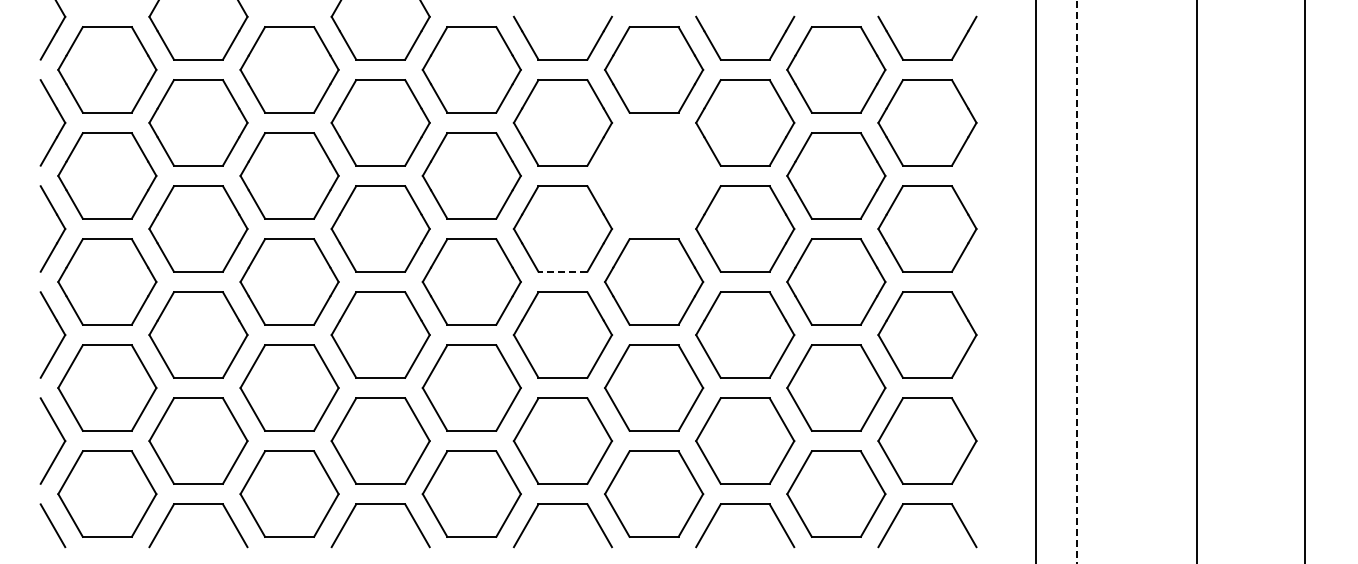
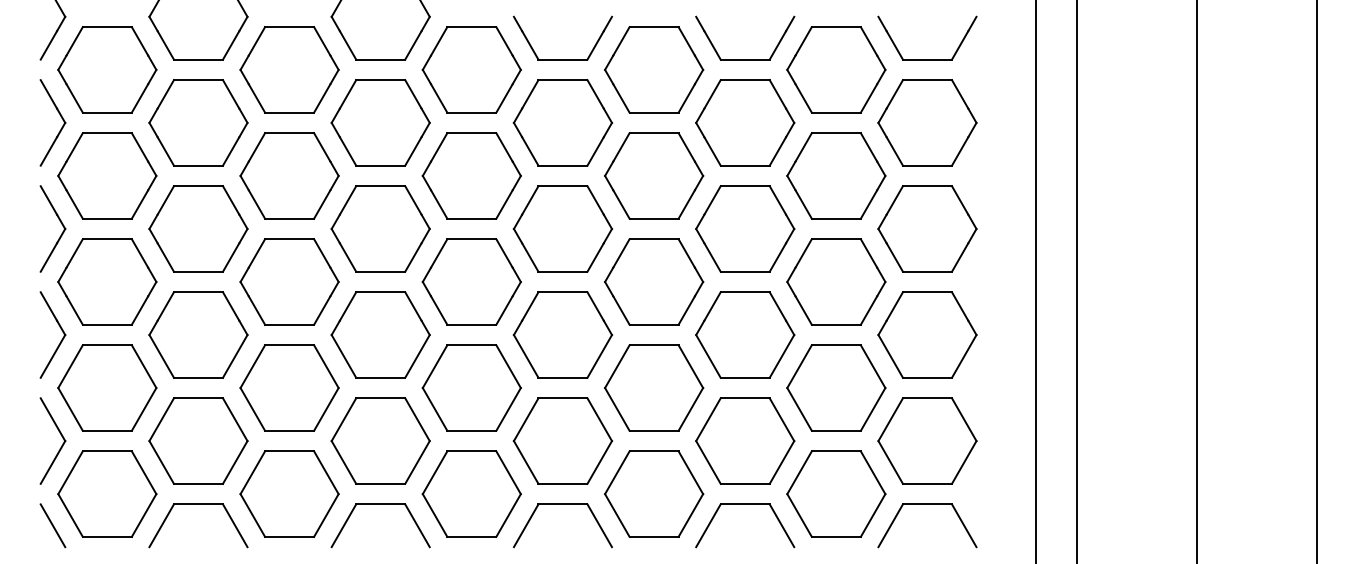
part at (654, 175): none -> present
line at (562, 271): dashed -> solid
line at (1305, 281) position: (1305, 281) -> (1317, 281)
line at (1076, 282): dashed -> solid
